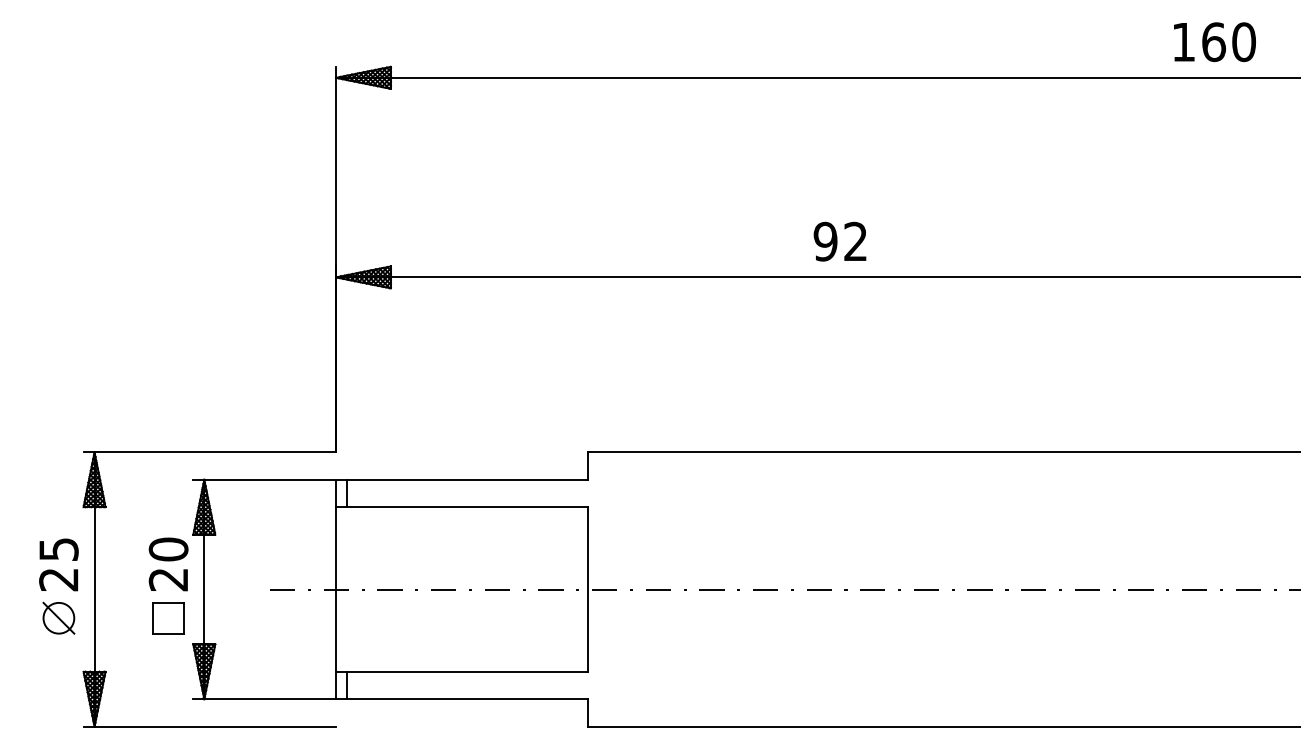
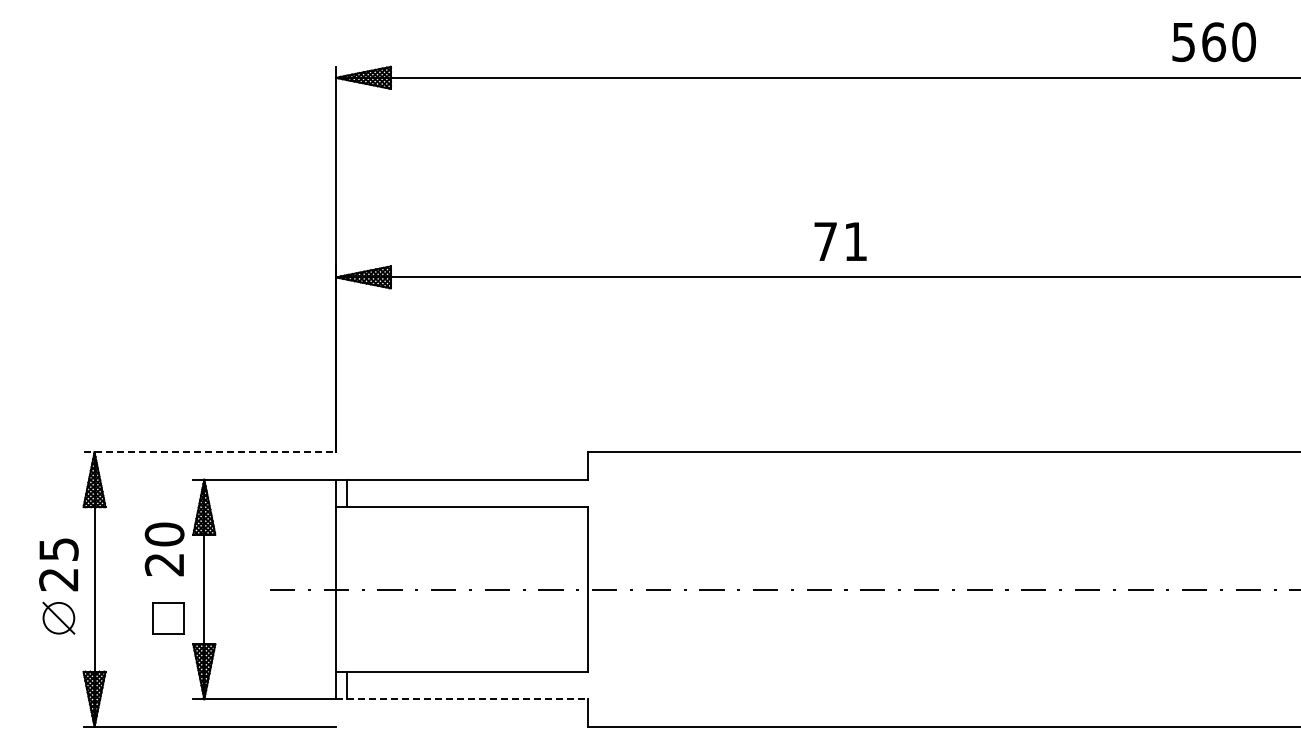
text at (1183, 42): 160 -> 560
text at (839, 241): 92 -> 71
line at (210, 452): solid -> dashed
text at (168, 564) position: (168, 564) -> (164, 549)
line at (462, 699): solid -> dashed
